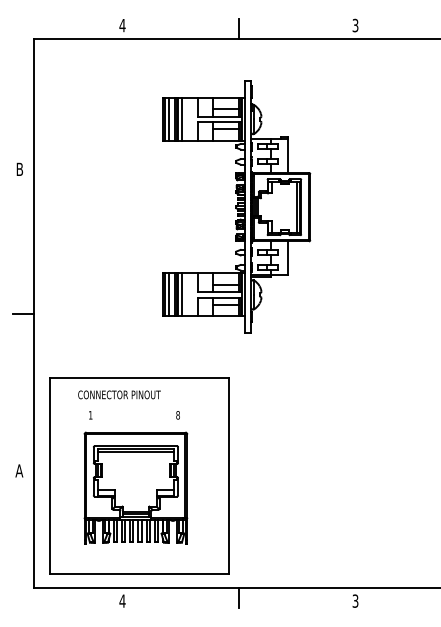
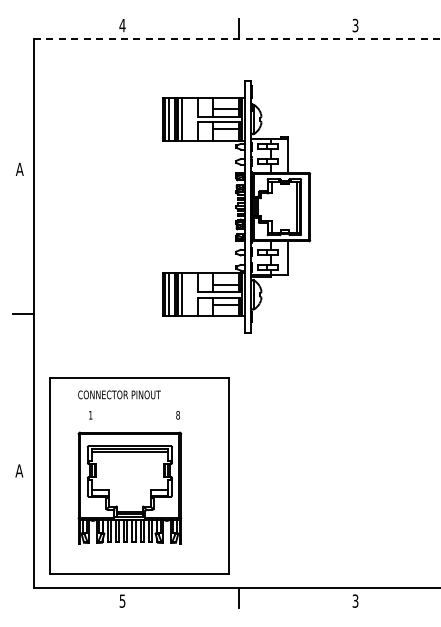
line at (237, 39): solid -> dashed
text at (19, 168): B -> A
part at (135, 487) position: (135, 487) -> (129, 487)
text at (122, 600): 4 -> 5
